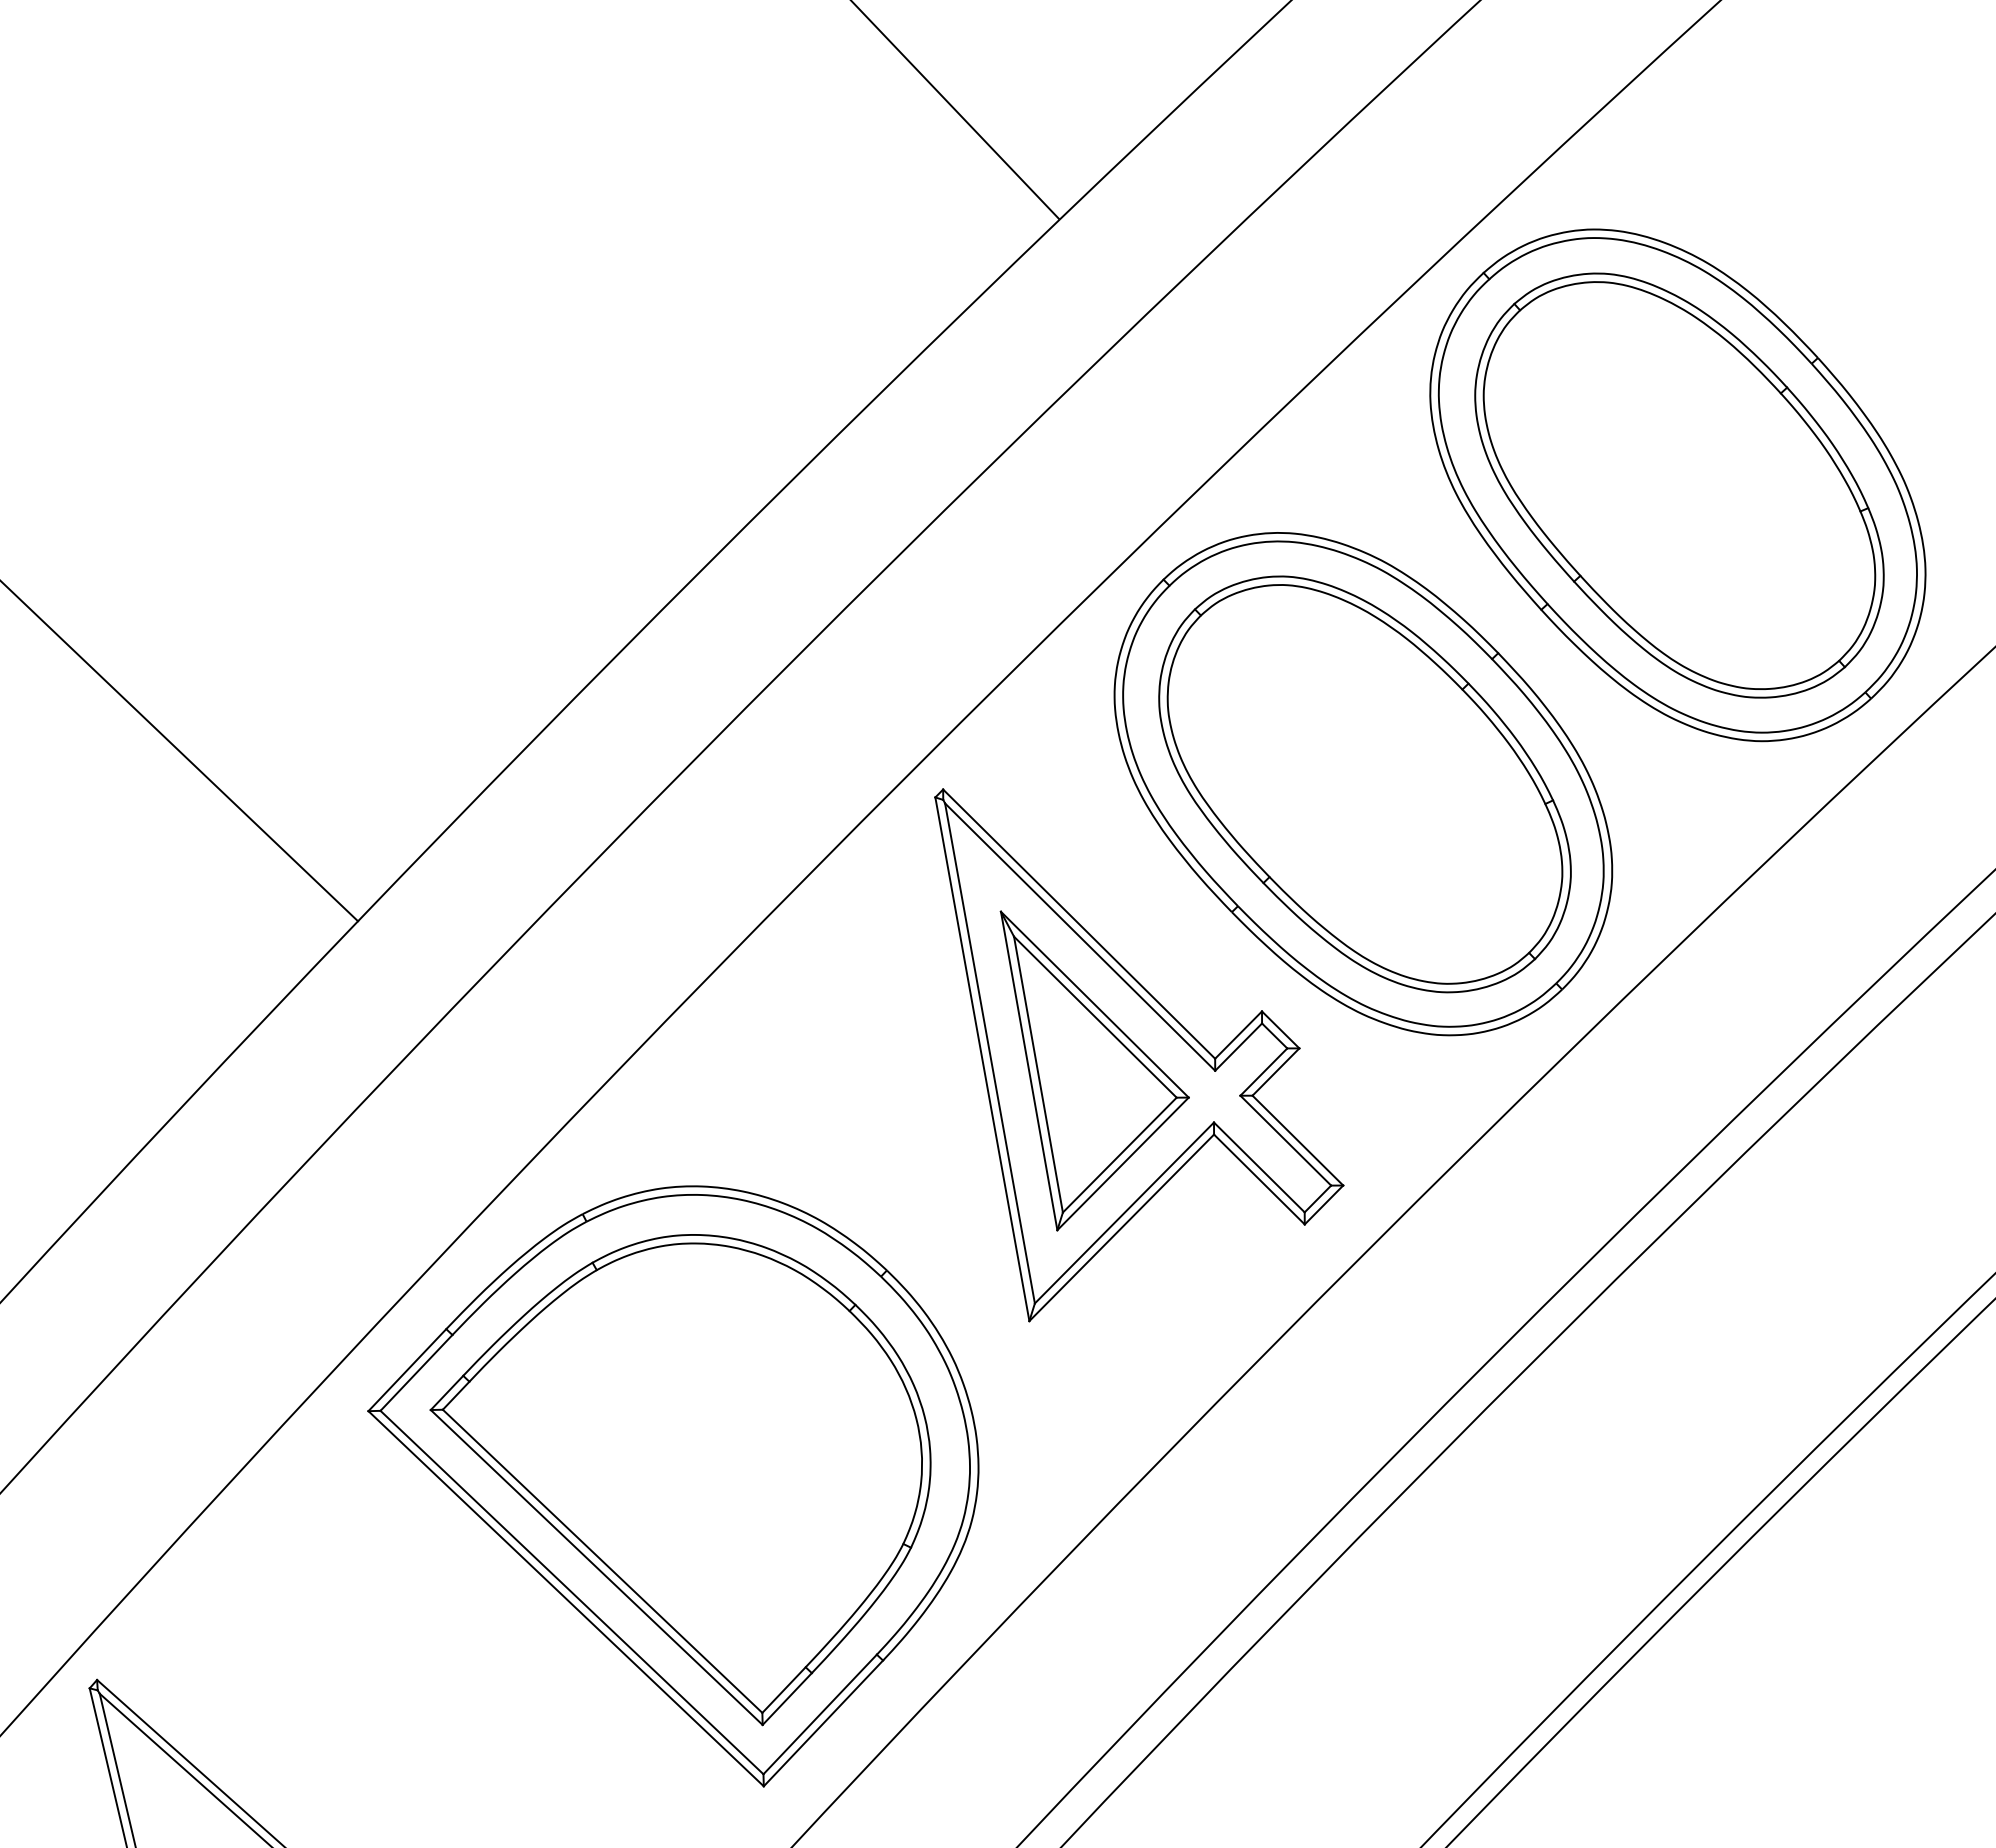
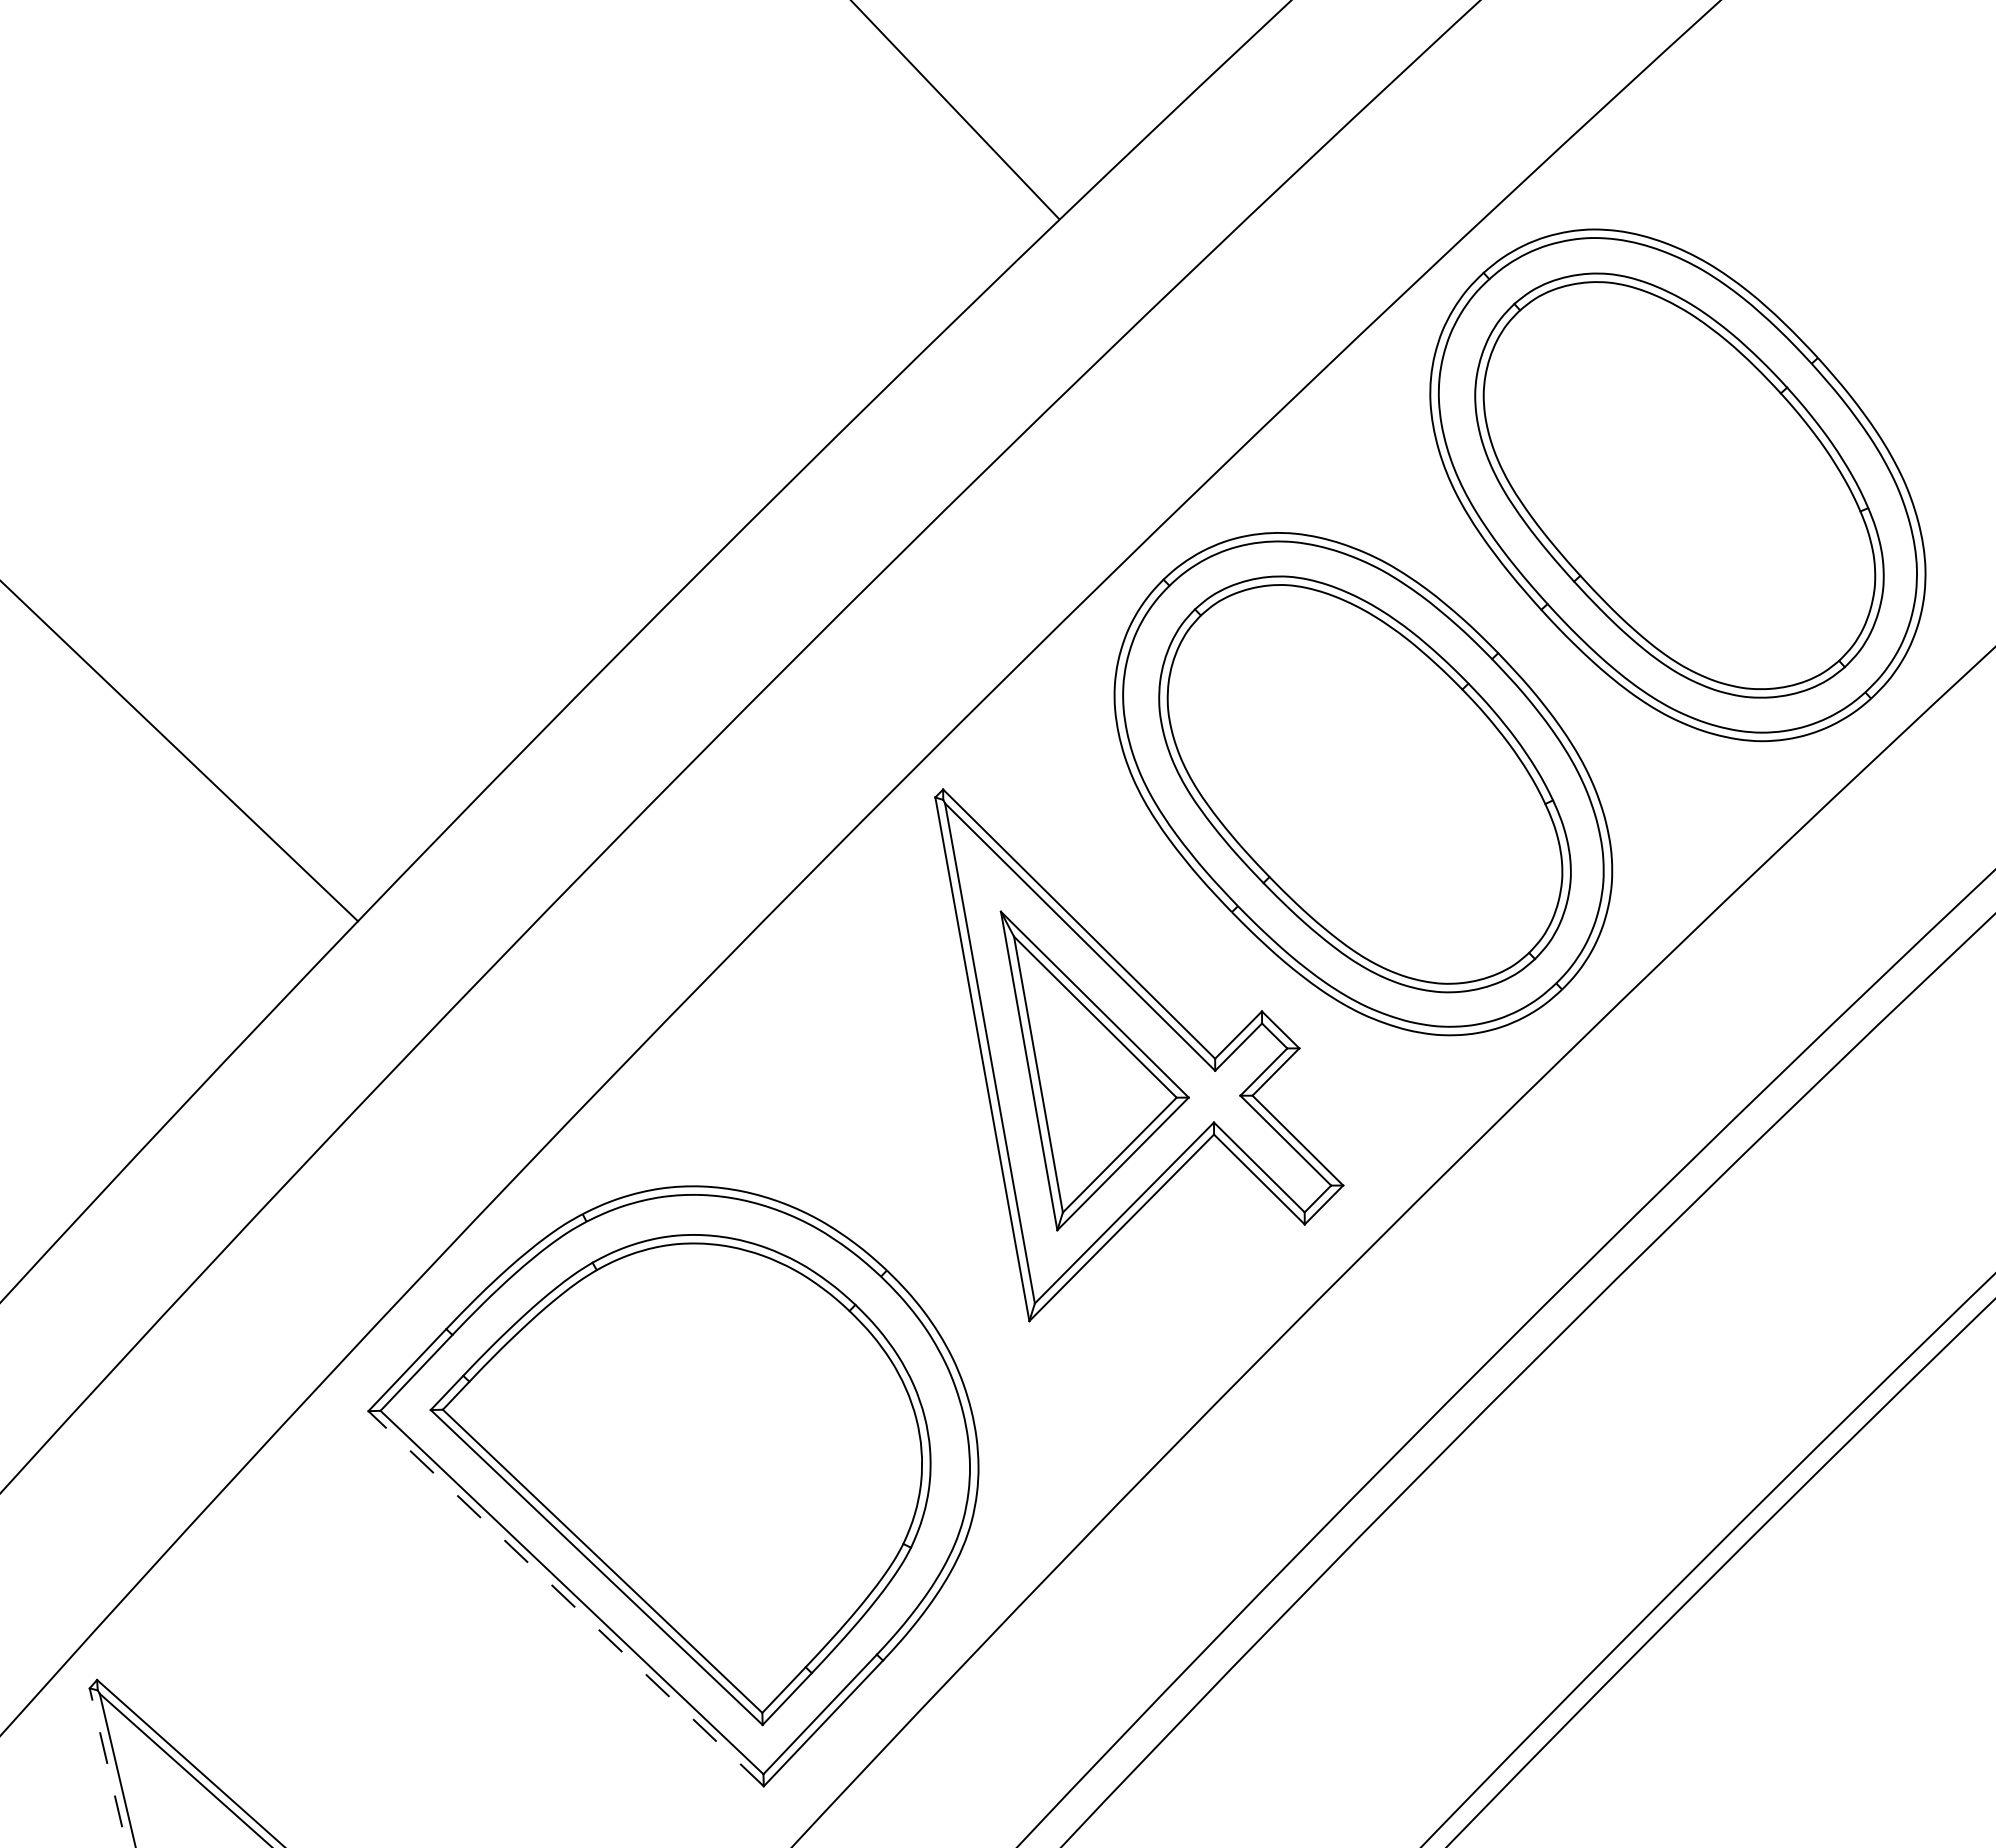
line at (565, 1598): solid -> dashed
line at (108, 1768): solid -> dashed
